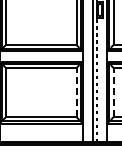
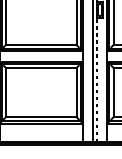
line at (76, 92): dashed -> solid
line at (113, 92): dashed -> solid
